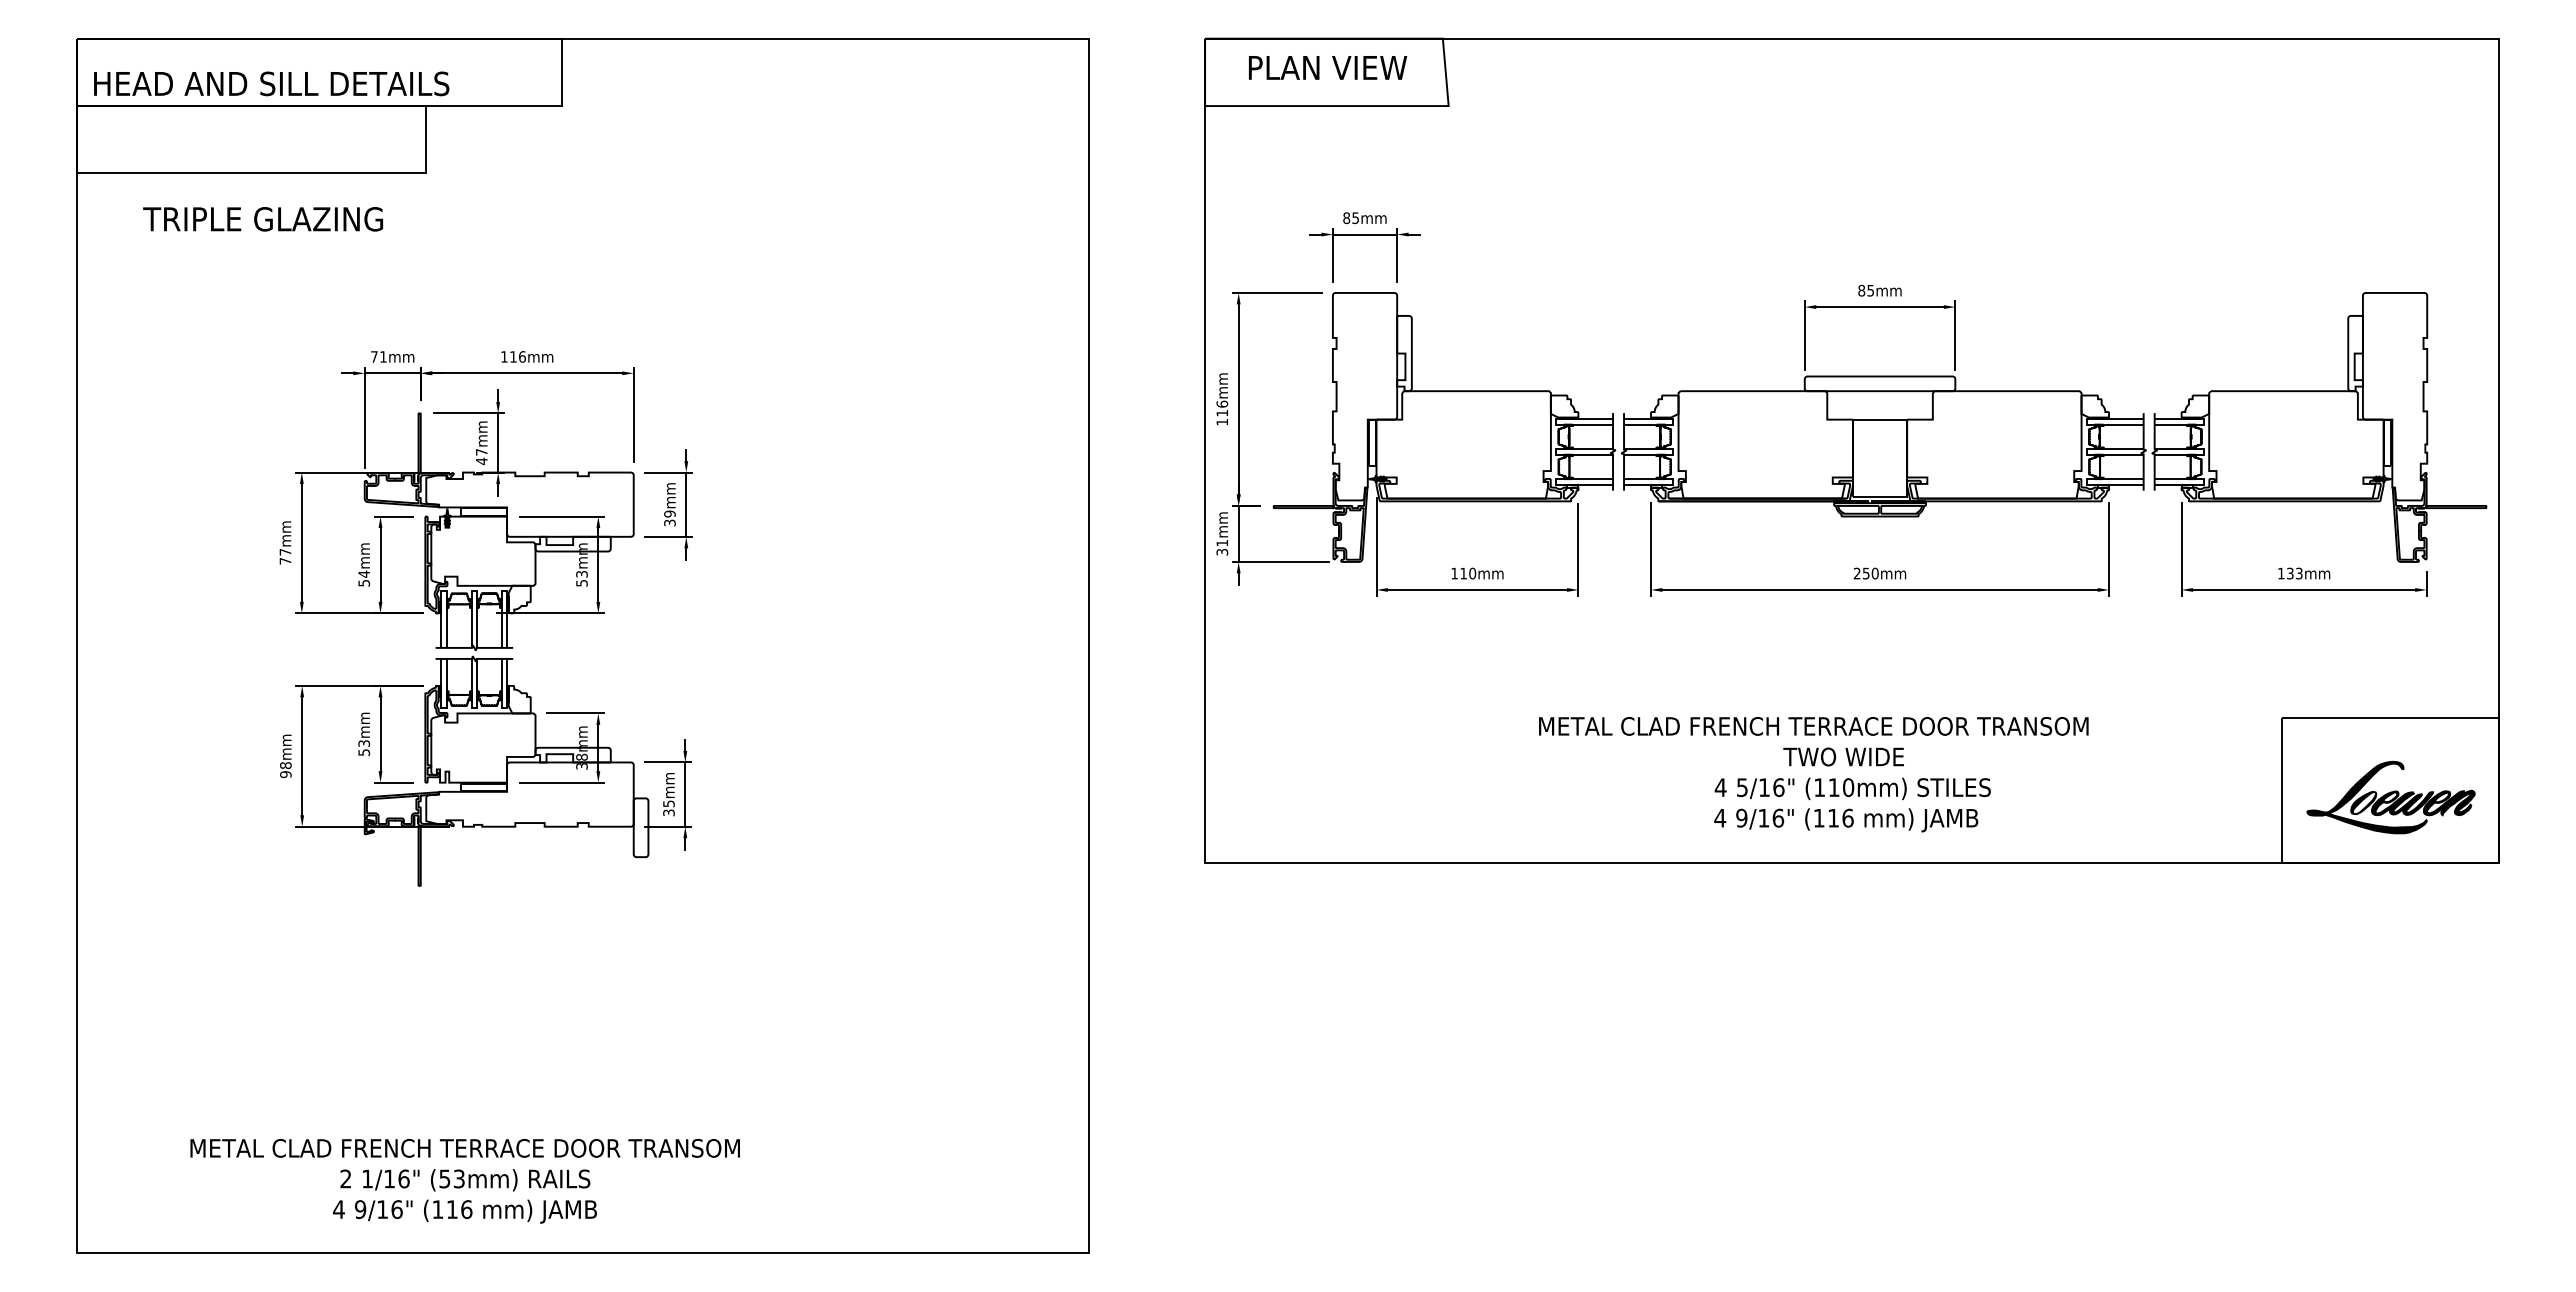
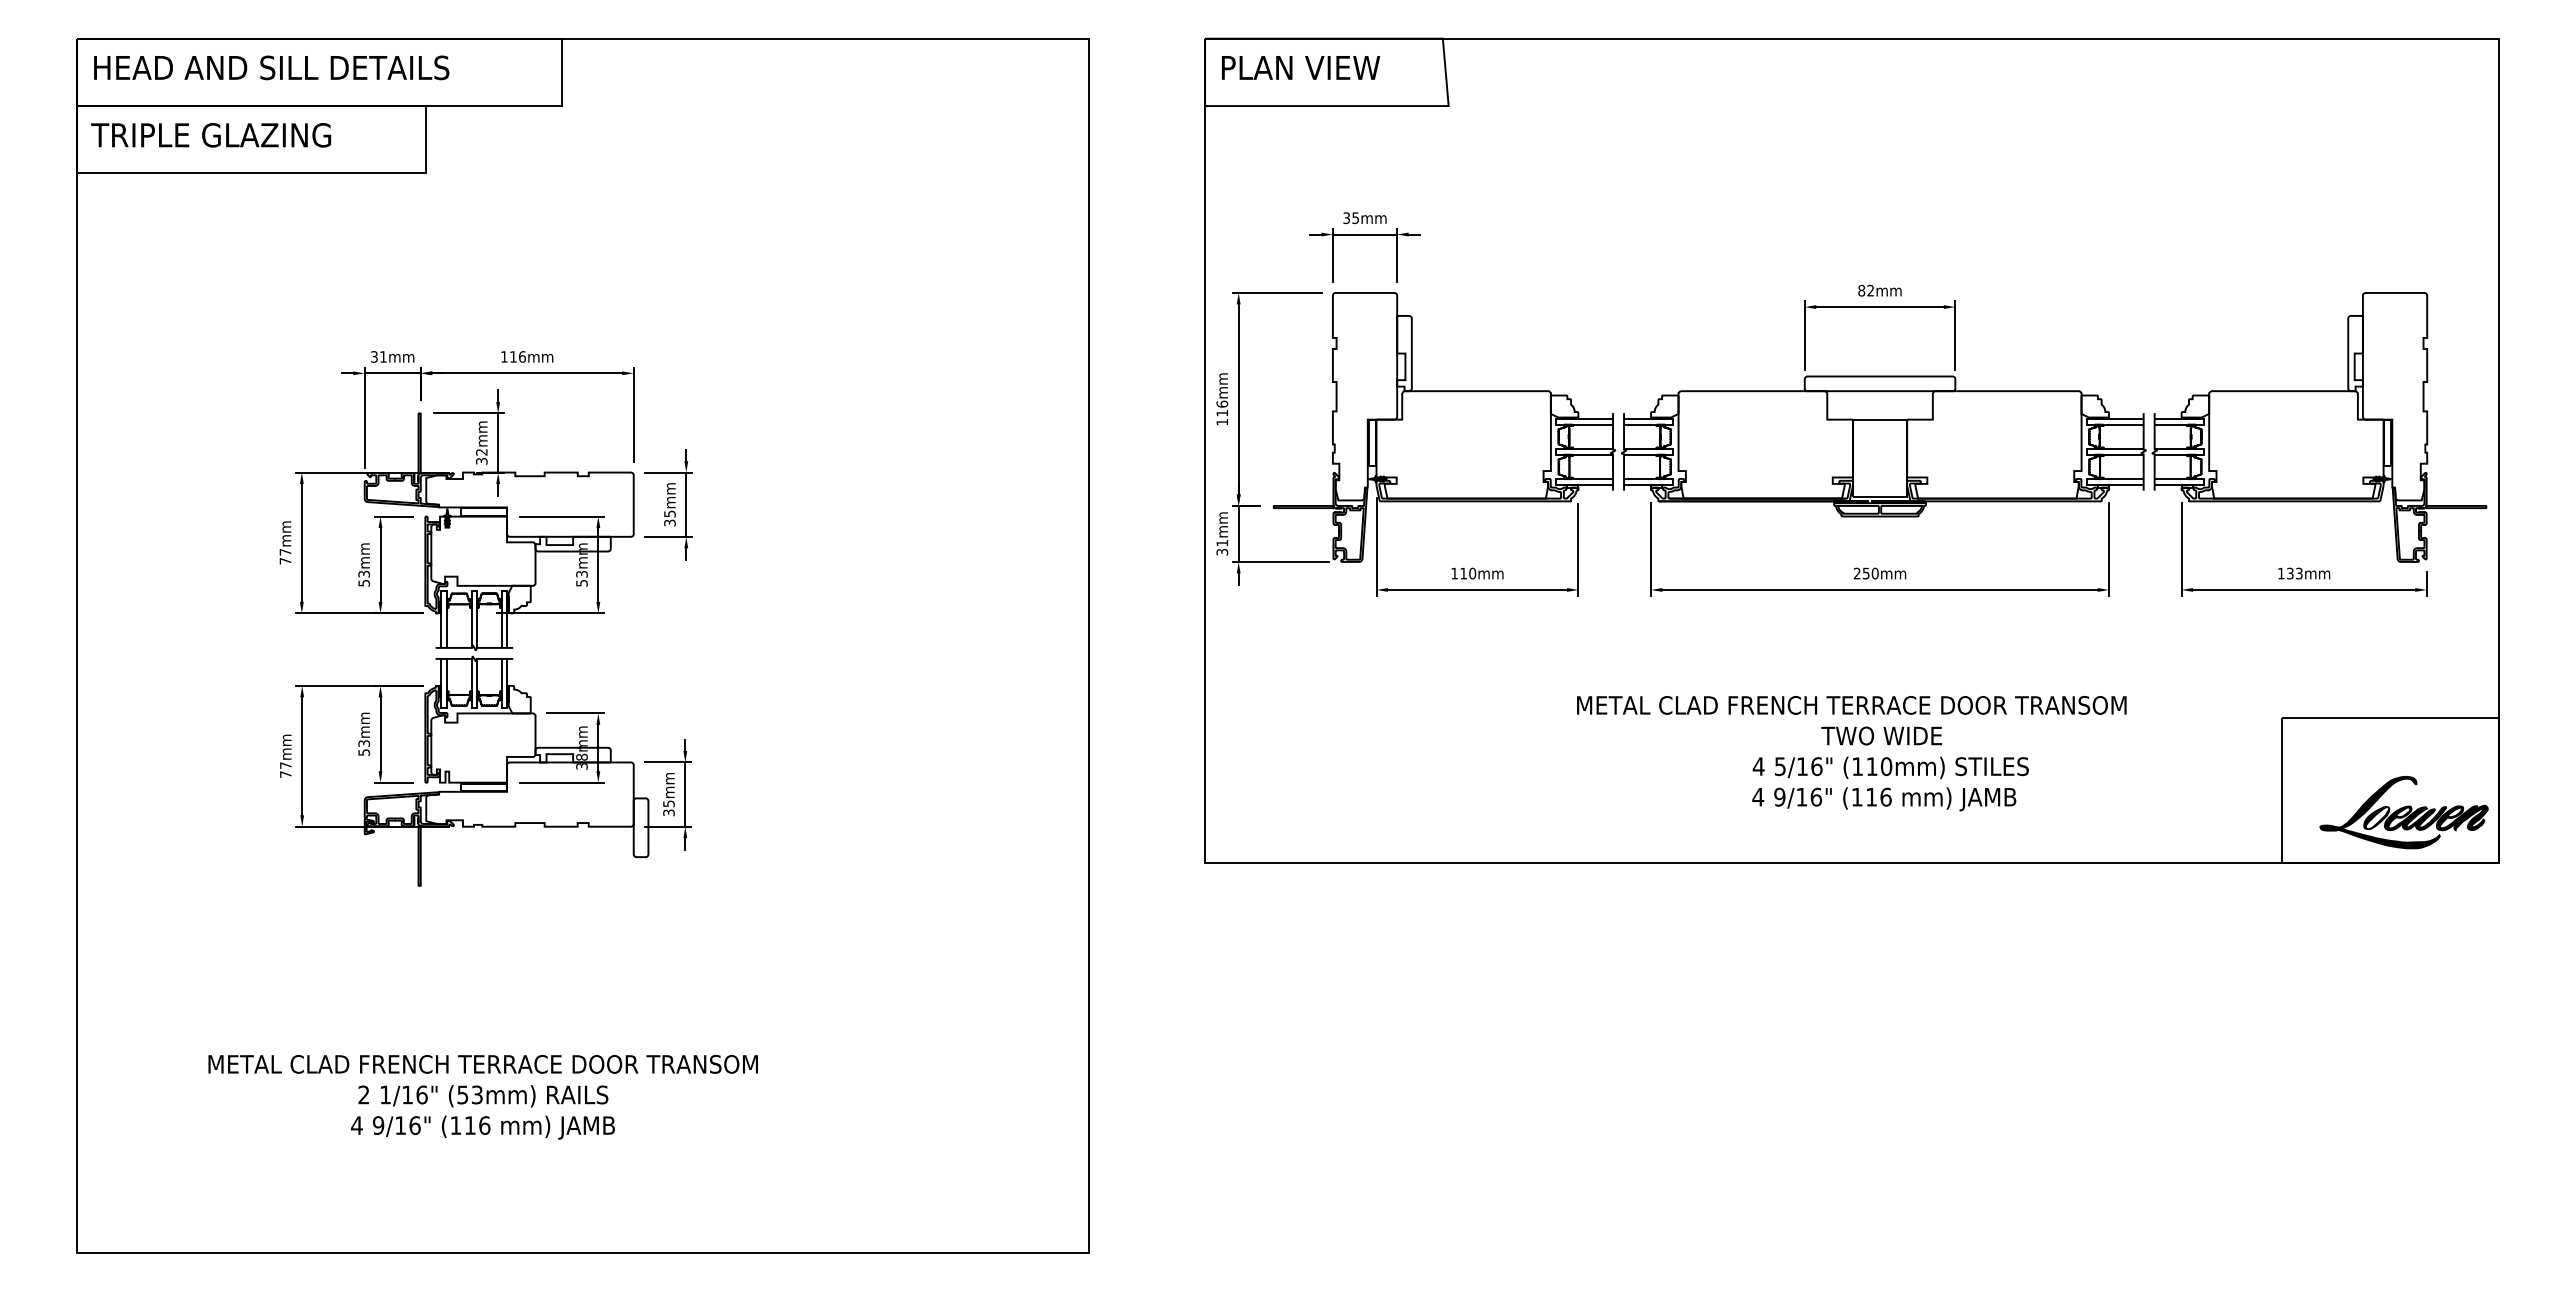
text at (1328, 67) position: (1328, 67) -> (1301, 67)
text at (271, 83) position: (271, 83) -> (271, 67)
text at (1346, 217): 85mm -> 35mm
text at (262, 219) position: (262, 219) -> (210, 135)
text at (1870, 290): 85mm -> 82mm
text at (374, 356): 71mm -> 31mm
text at (481, 457): 47mm -> 32mm
text at (669, 513): 39mm -> 35mm
text at (364, 573): 54mm -> 53mm
text at (285, 770): 98mm -> 77mm
text at (1813, 774) position: (1813, 774) -> (1851, 753)
part at (2390, 797) position: (2390, 797) -> (2403, 812)
text at (464, 1181) position: (464, 1181) -> (482, 1097)
